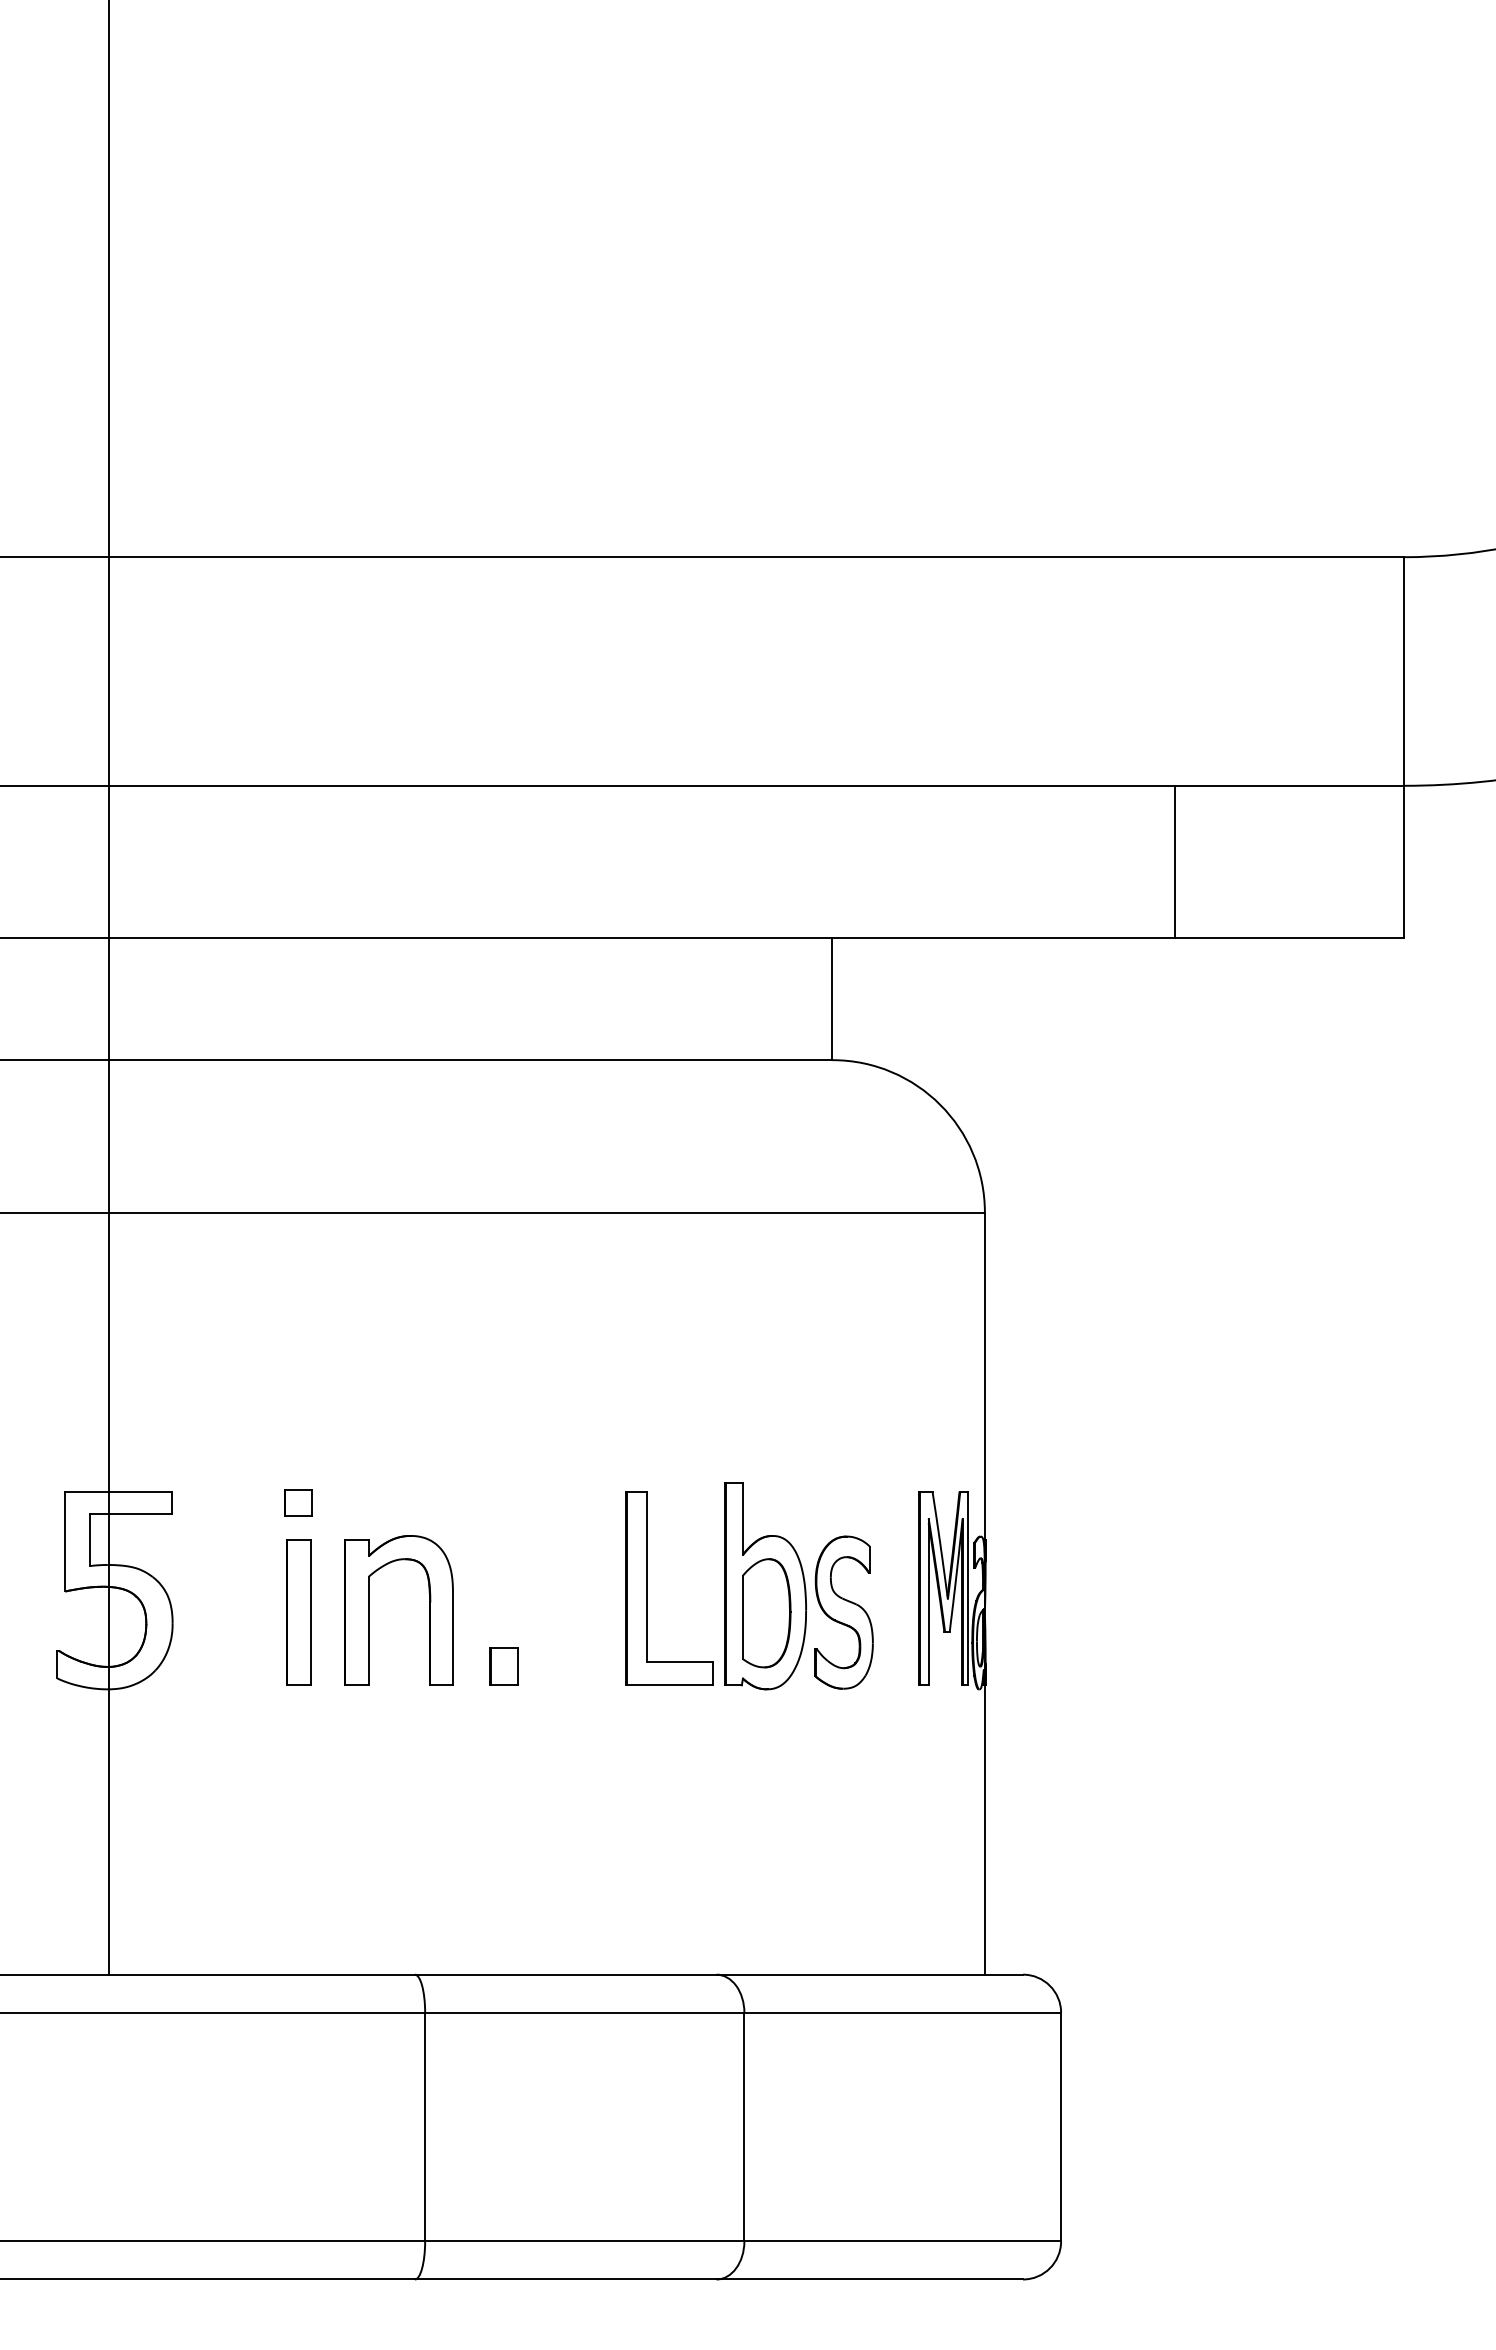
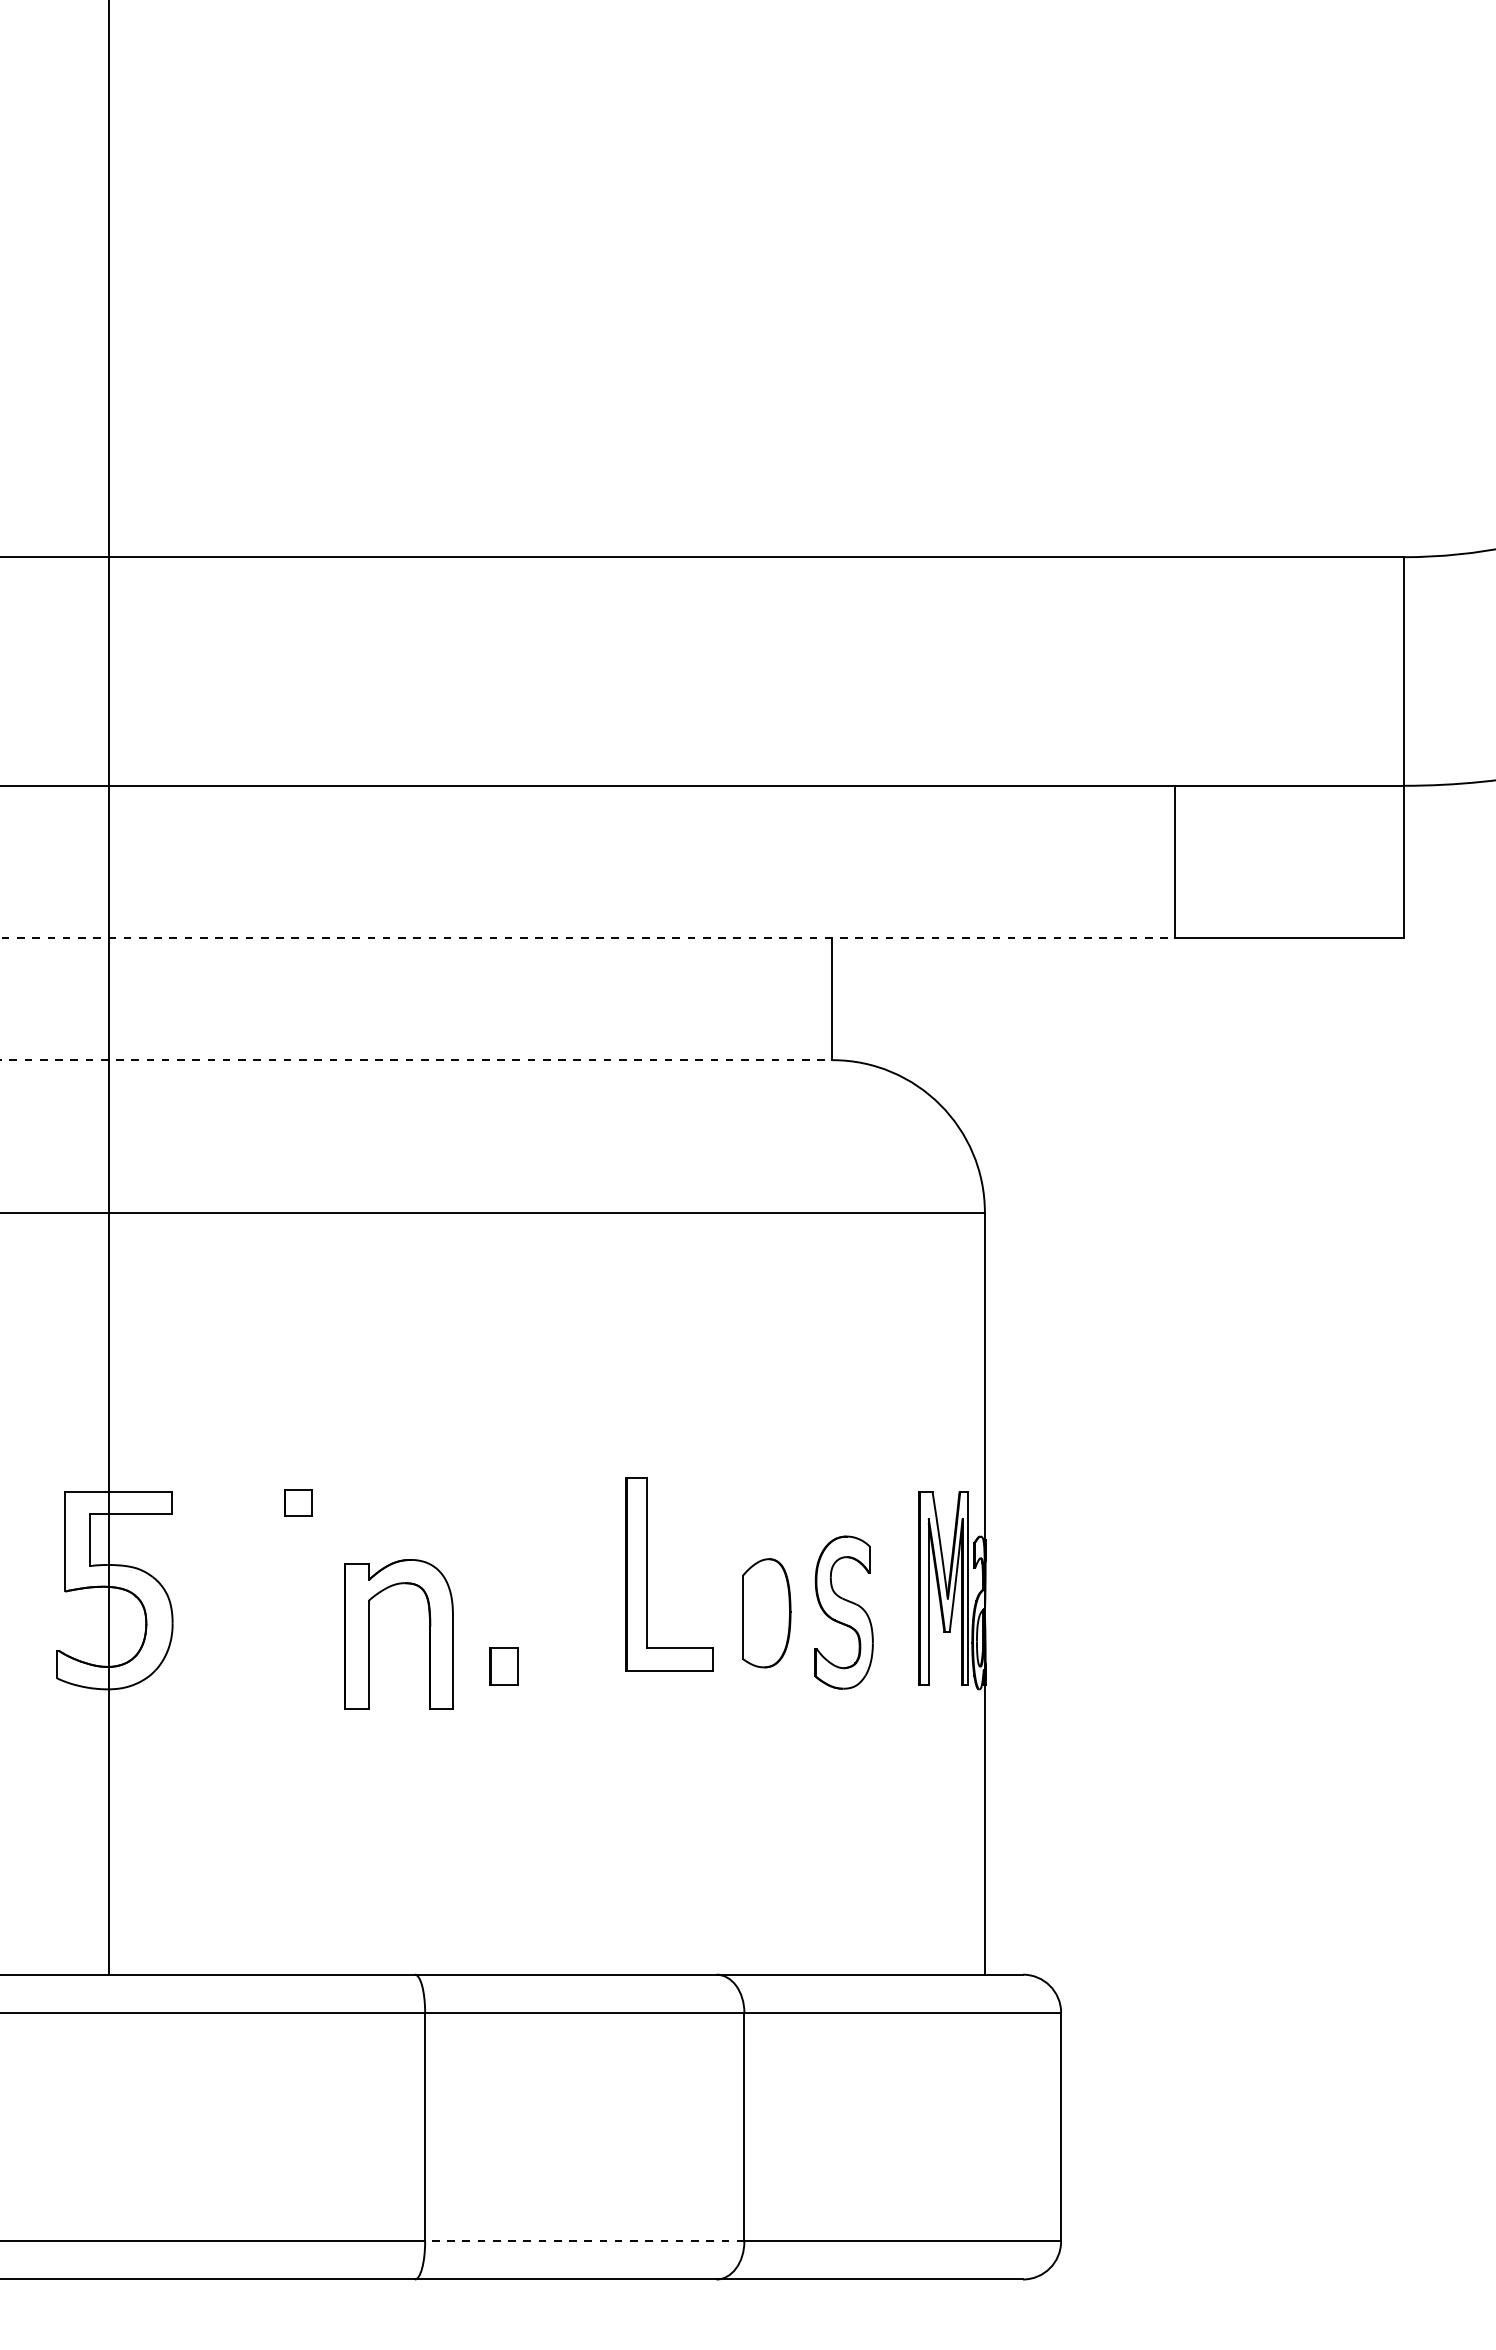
line at (588, 938): solid -> dashed
line at (416, 1060): solid -> dashed
part at (765, 1586): present -> none
part at (647, 1588) position: (647, 1588) -> (647, 1574)
part at (369, 1610) position: (369, 1610) -> (369, 1634)
part at (298, 1612): present -> none
line at (584, 2241): solid -> dashed
